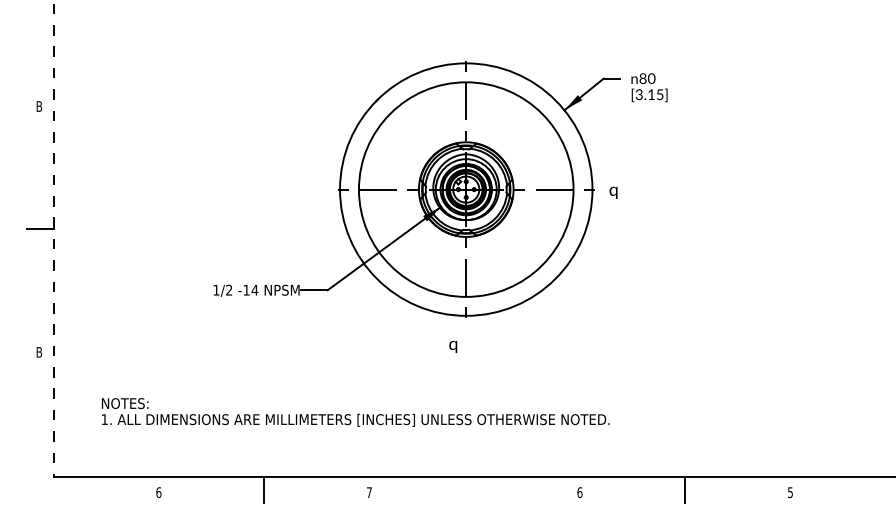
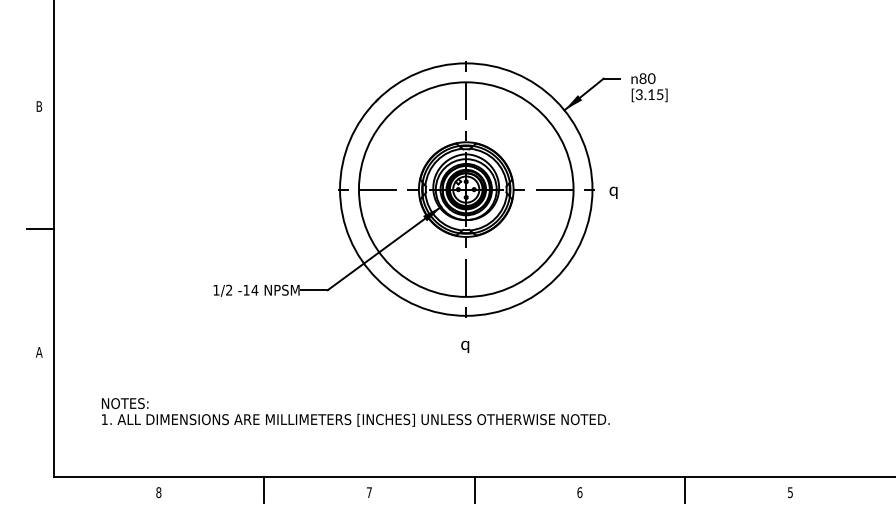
line at (53, 238): dashed -> solid
text at (453, 346) position: (453, 346) -> (465, 346)
text at (39, 352): B -> A
line at (474, 489): none -> present
text at (158, 492): 6 -> 8
